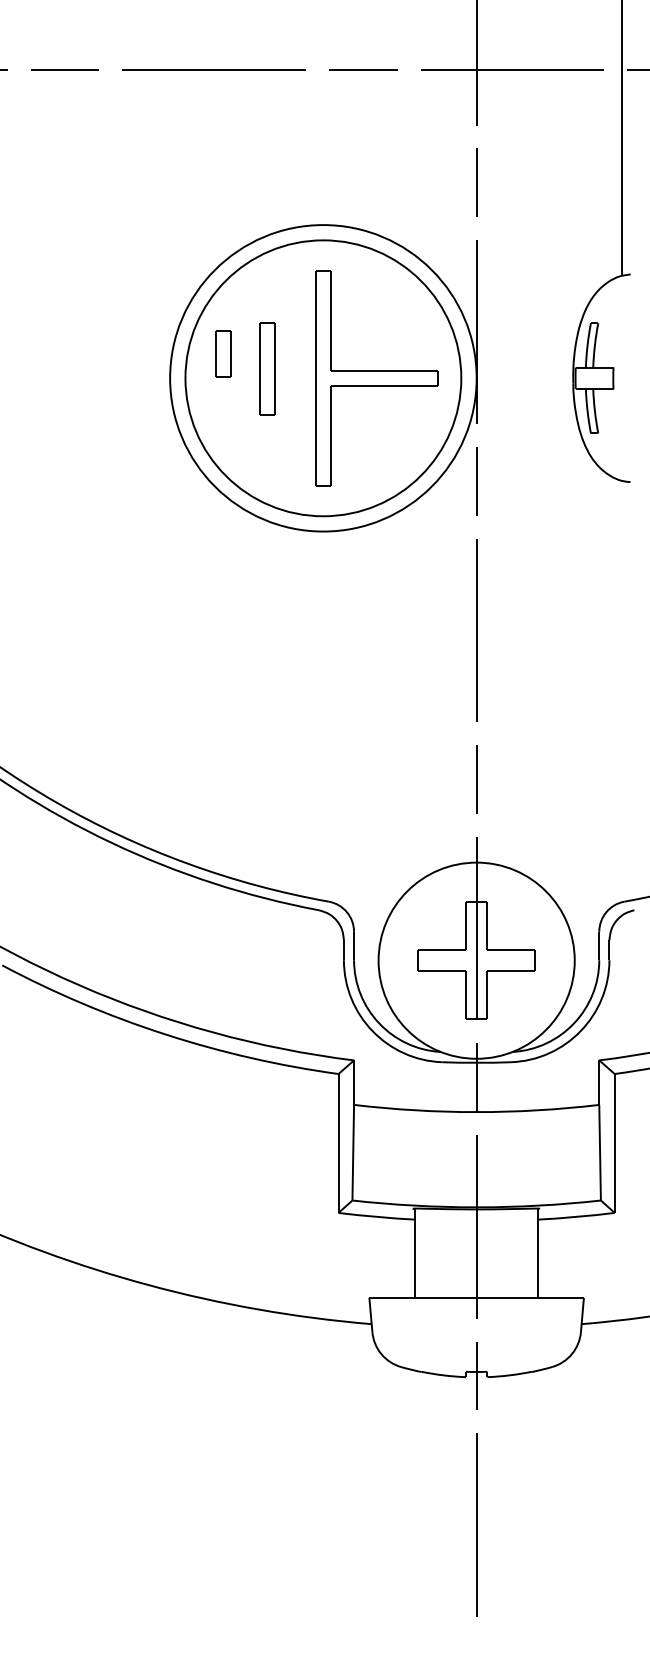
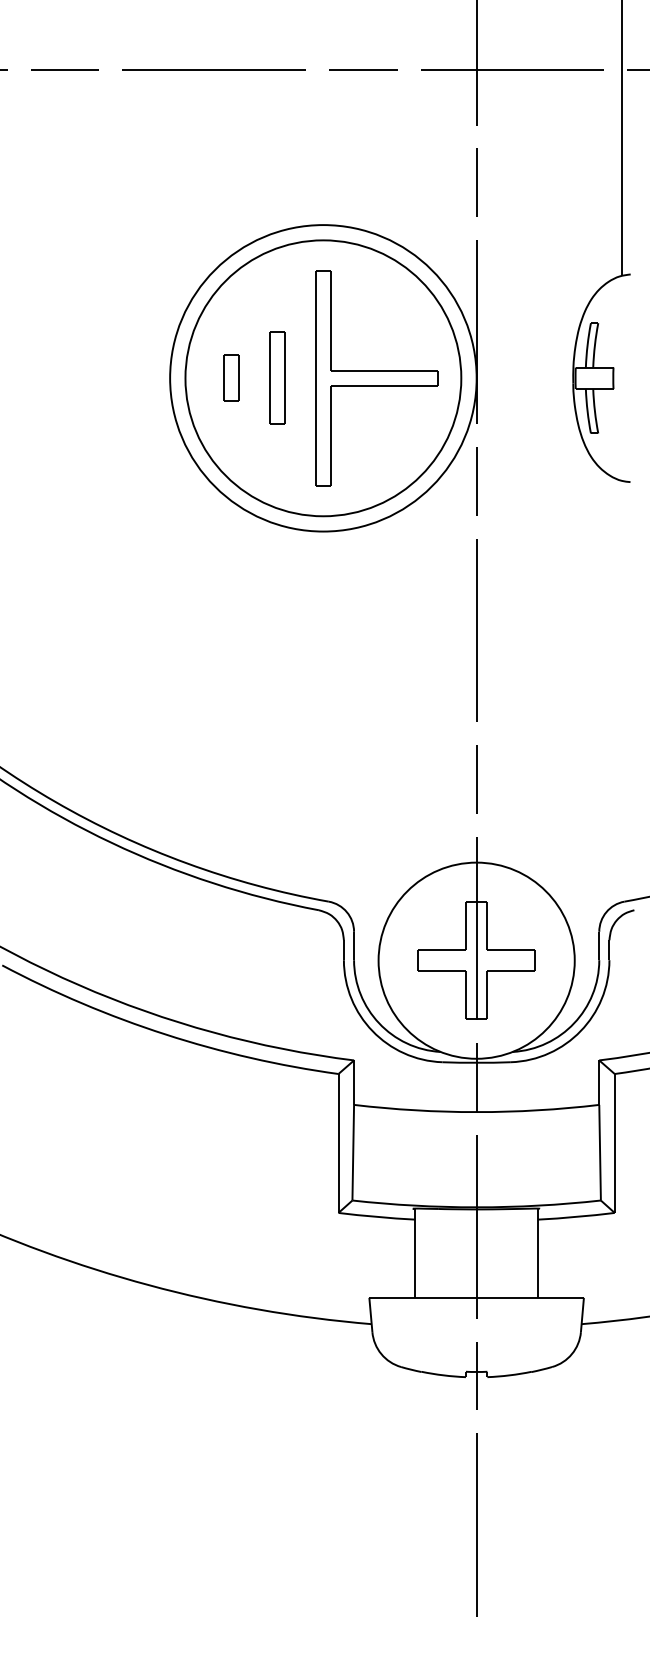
part at (223, 353) position: (223, 353) -> (231, 377)
part at (267, 368) position: (267, 368) -> (277, 377)
